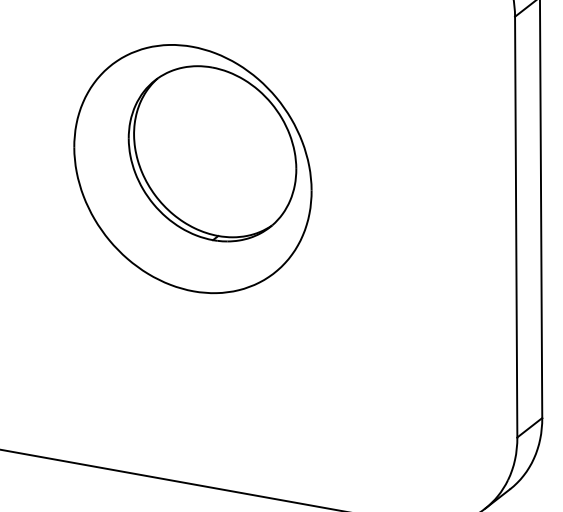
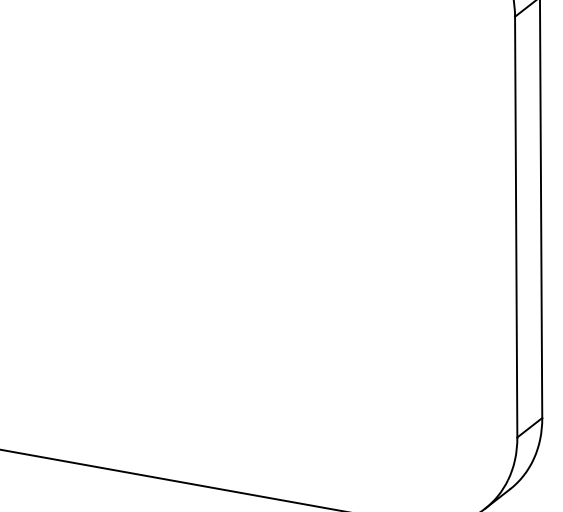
part at (192, 169): present -> none
